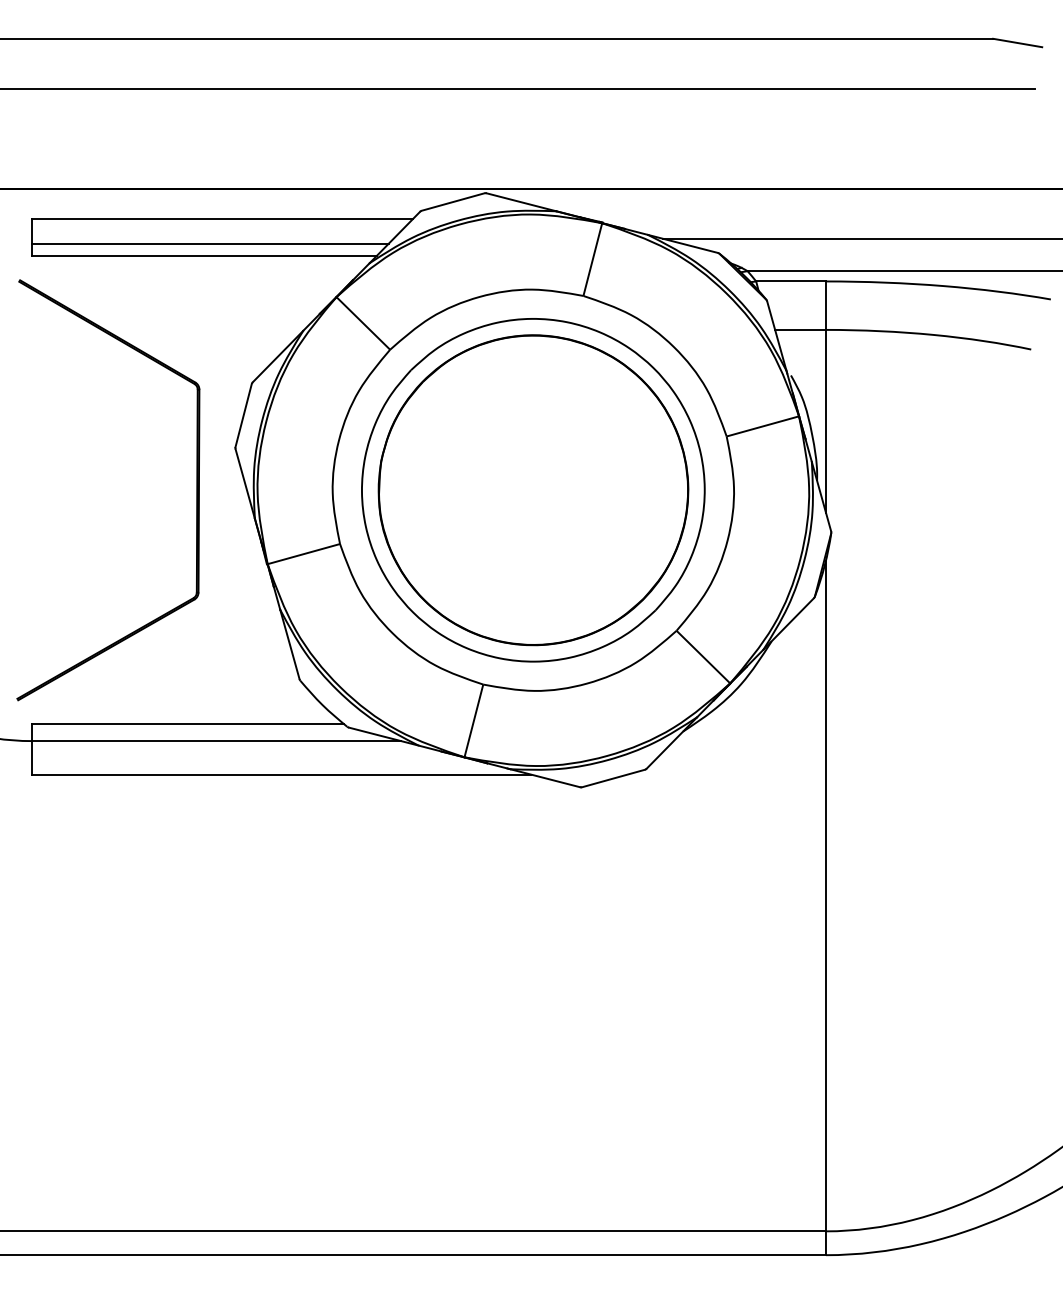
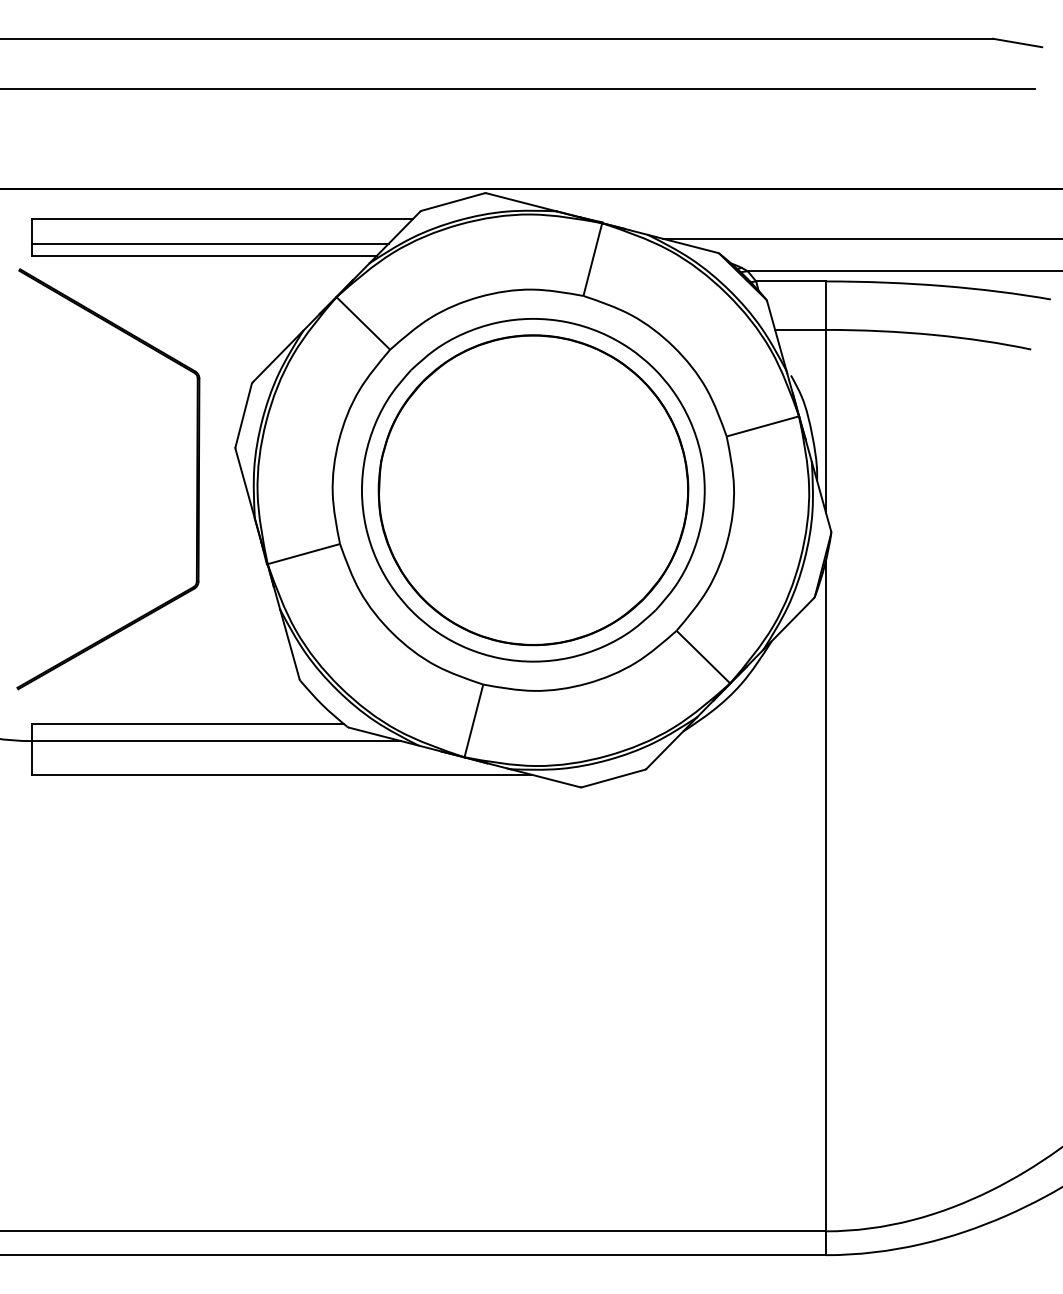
part at (196, 490) position: (196, 490) -> (196, 479)
